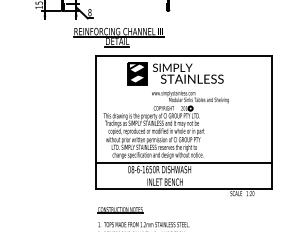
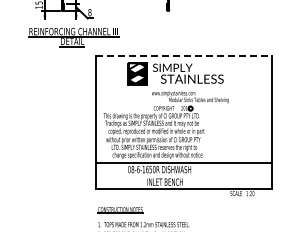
part at (118, 37) position: (118, 37) -> (73, 37)
line at (183, 56): solid -> dashed
